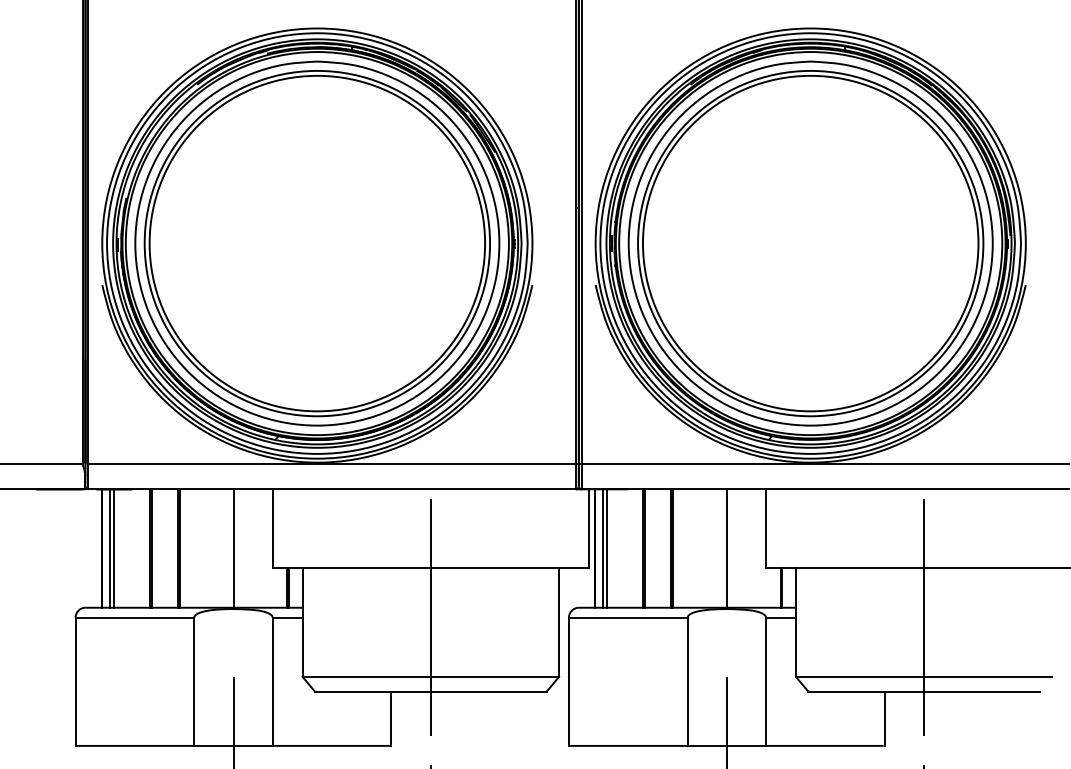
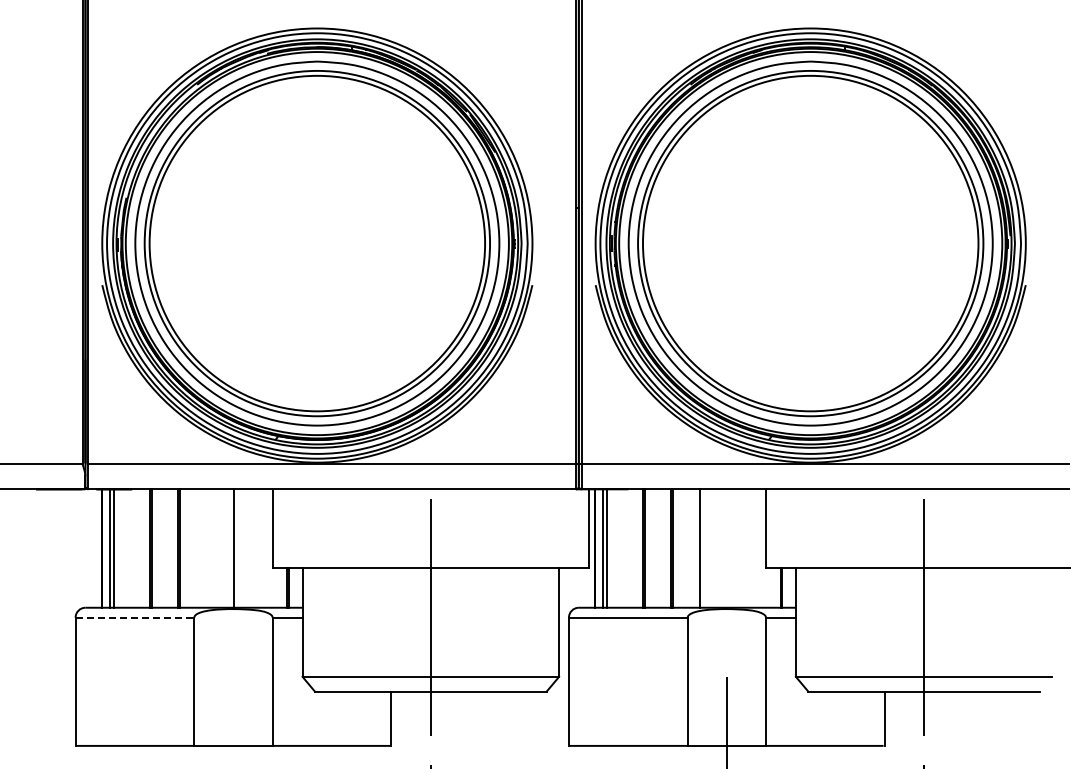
line at (726, 548) position: (726, 548) -> (699, 548)
line at (135, 617): solid -> dashed
line at (233, 720): present -> none
